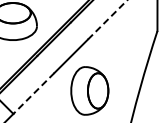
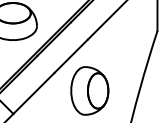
line at (107, 19): dashed -> solid
line at (33, 93): dashed -> solid
